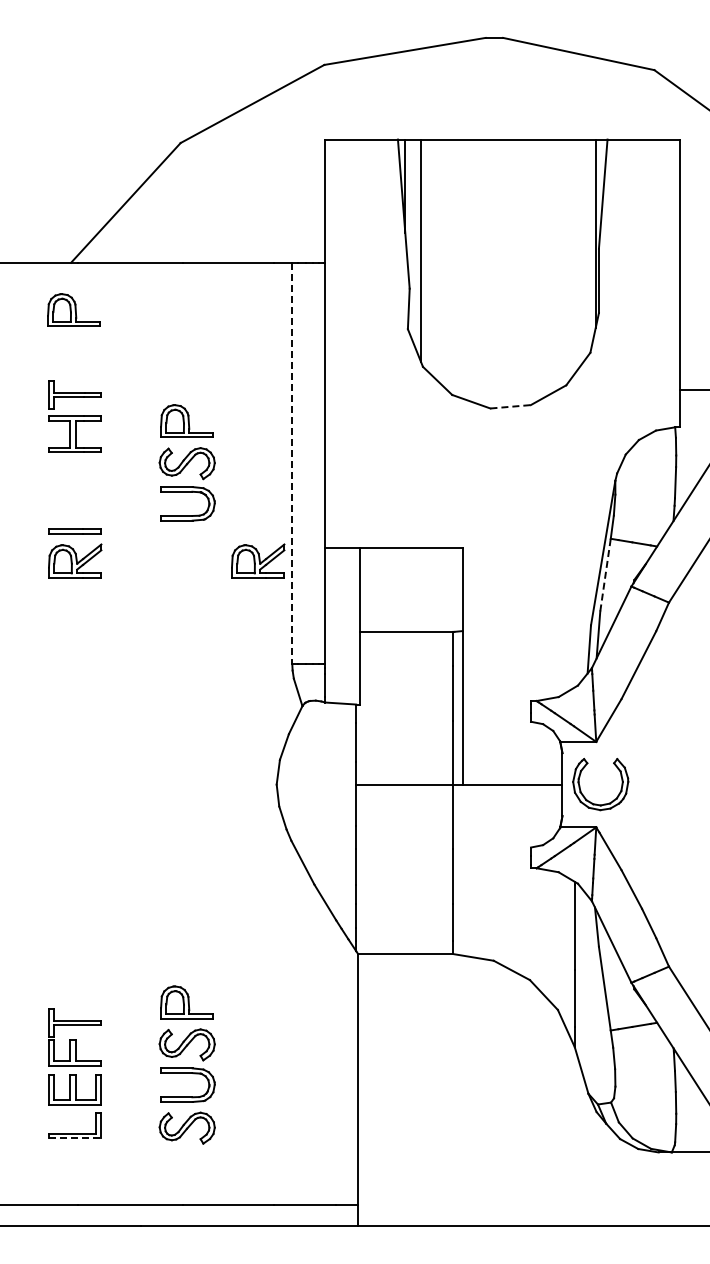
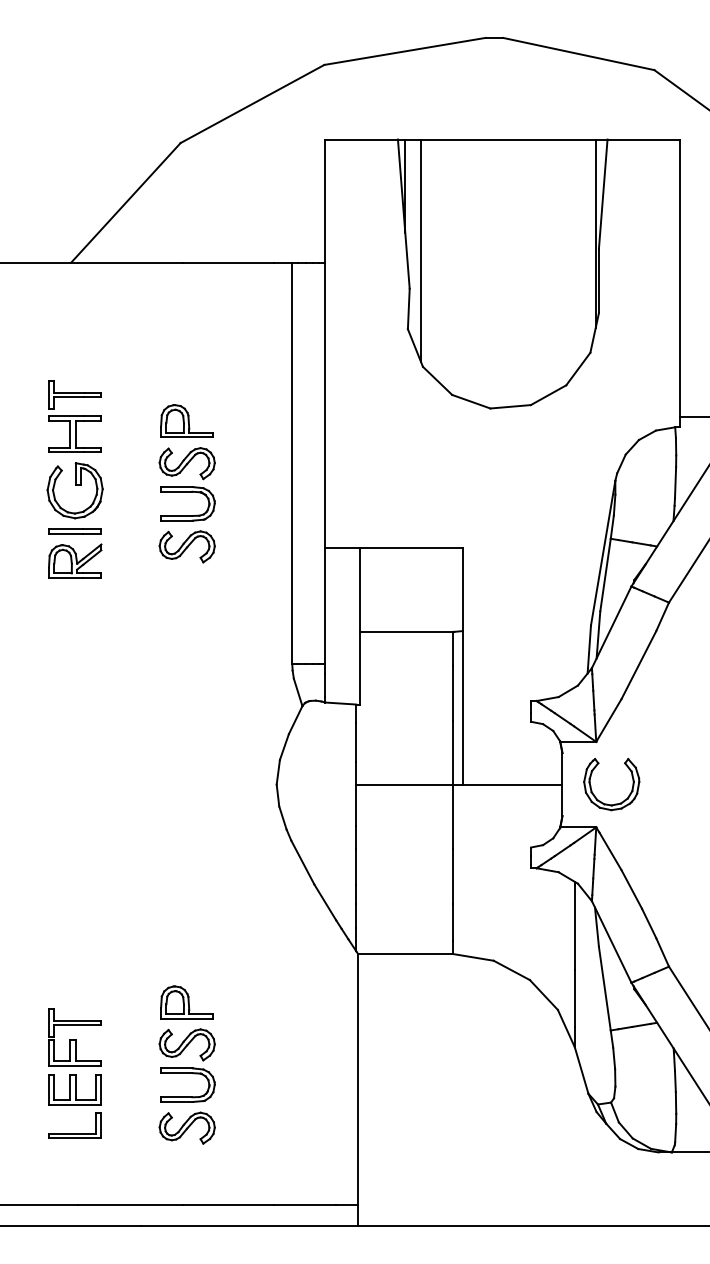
part at (73, 309): present -> none
line at (693, 389) position: (693, 389) -> (693, 416)
line at (511, 406): dashed -> solid
line at (292, 463): dashed -> solid
part at (74, 490): none -> present
part at (186, 546): none -> present
part at (258, 560): present -> none
line at (605, 575): dashed -> solid
part at (584, 795) position: (584, 795) -> (595, 795)
line at (75, 1138): dashed -> solid
